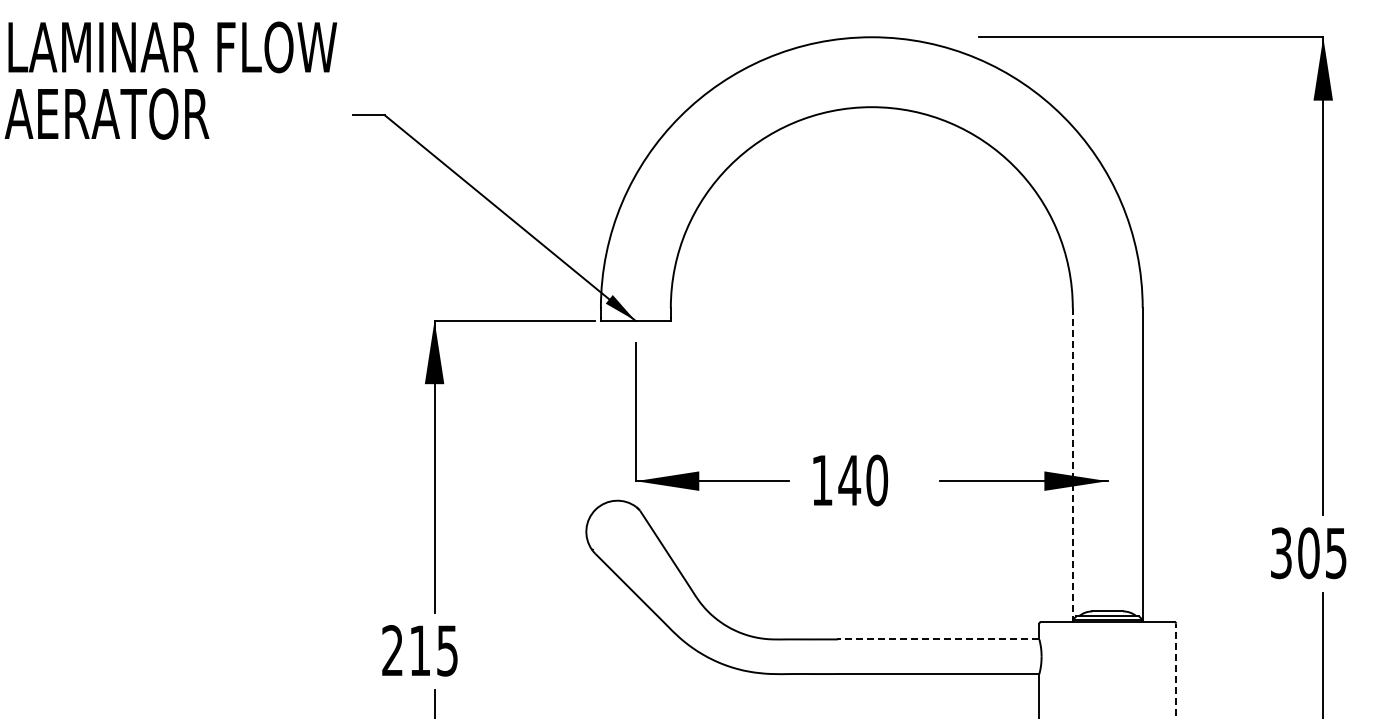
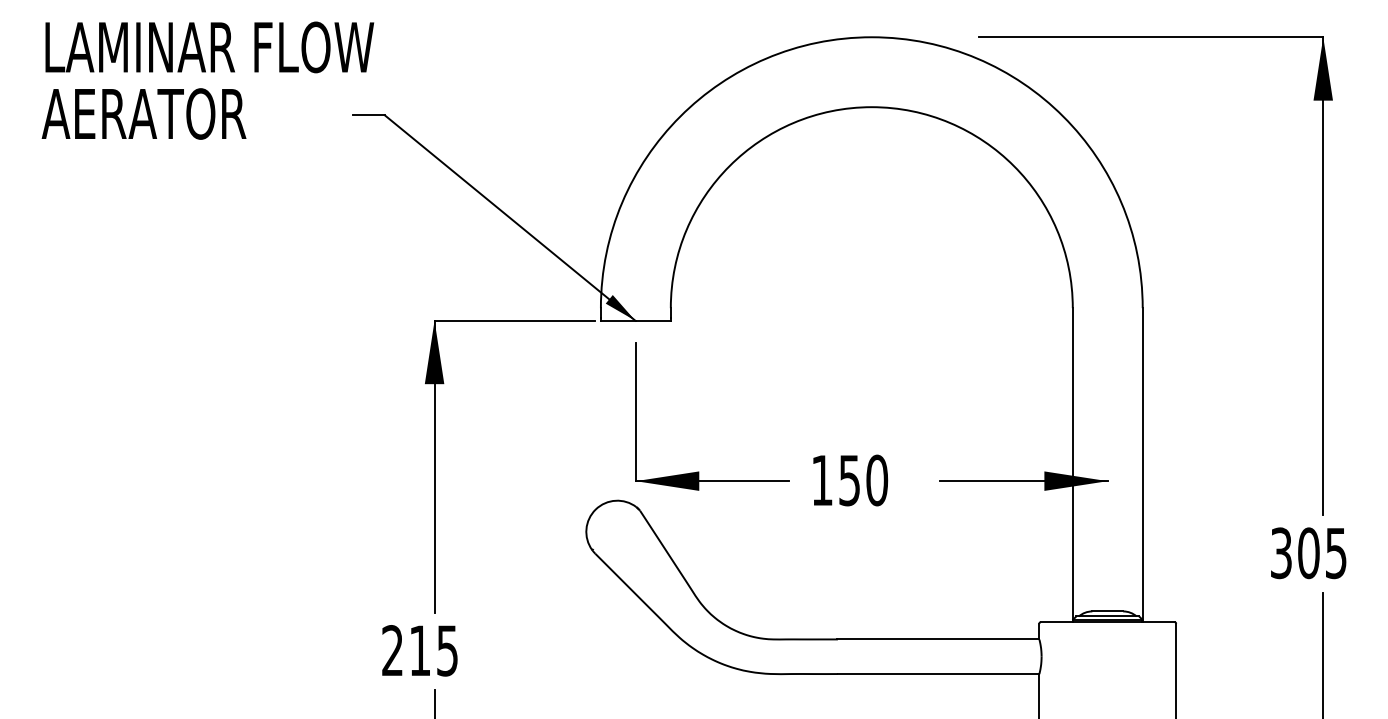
text at (170, 80) position: (170, 80) -> (207, 80)
line at (1072, 465): dashed -> solid
text at (849, 480): 140 -> 150
line at (938, 639): dashed -> solid
line at (1176, 670): dashed -> solid
